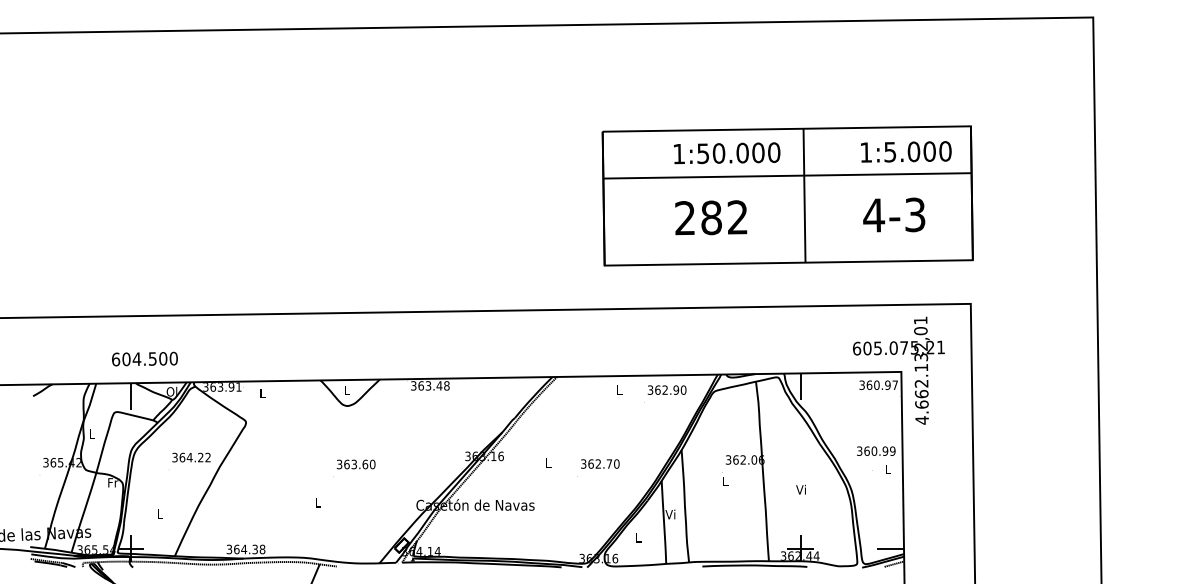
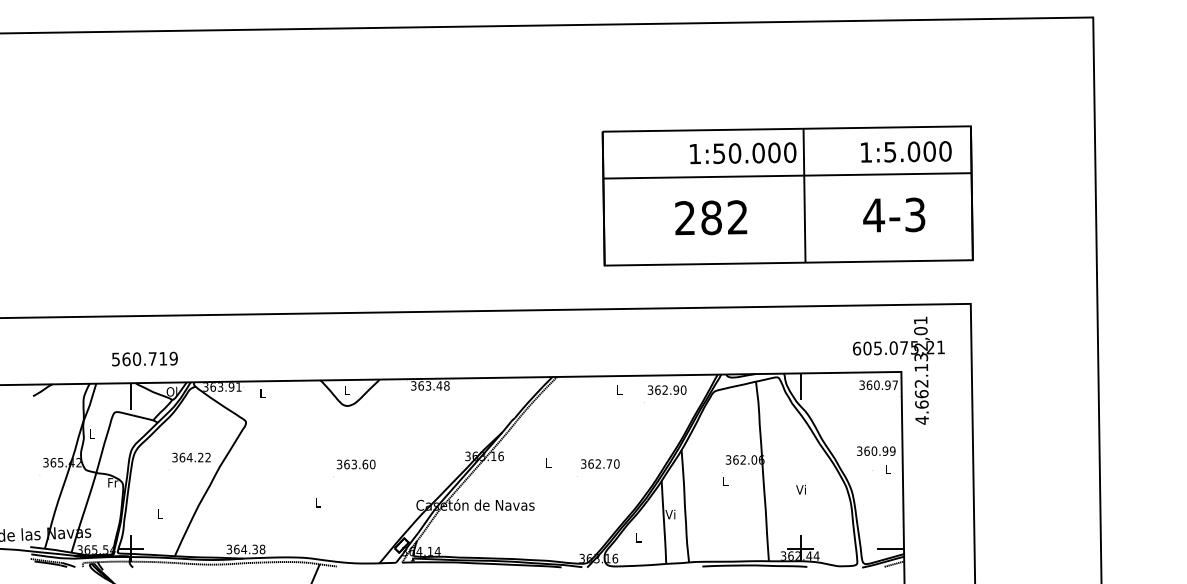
text at (727, 153) position: (727, 153) -> (743, 153)
text at (144, 359): 604.500 -> 560.719
